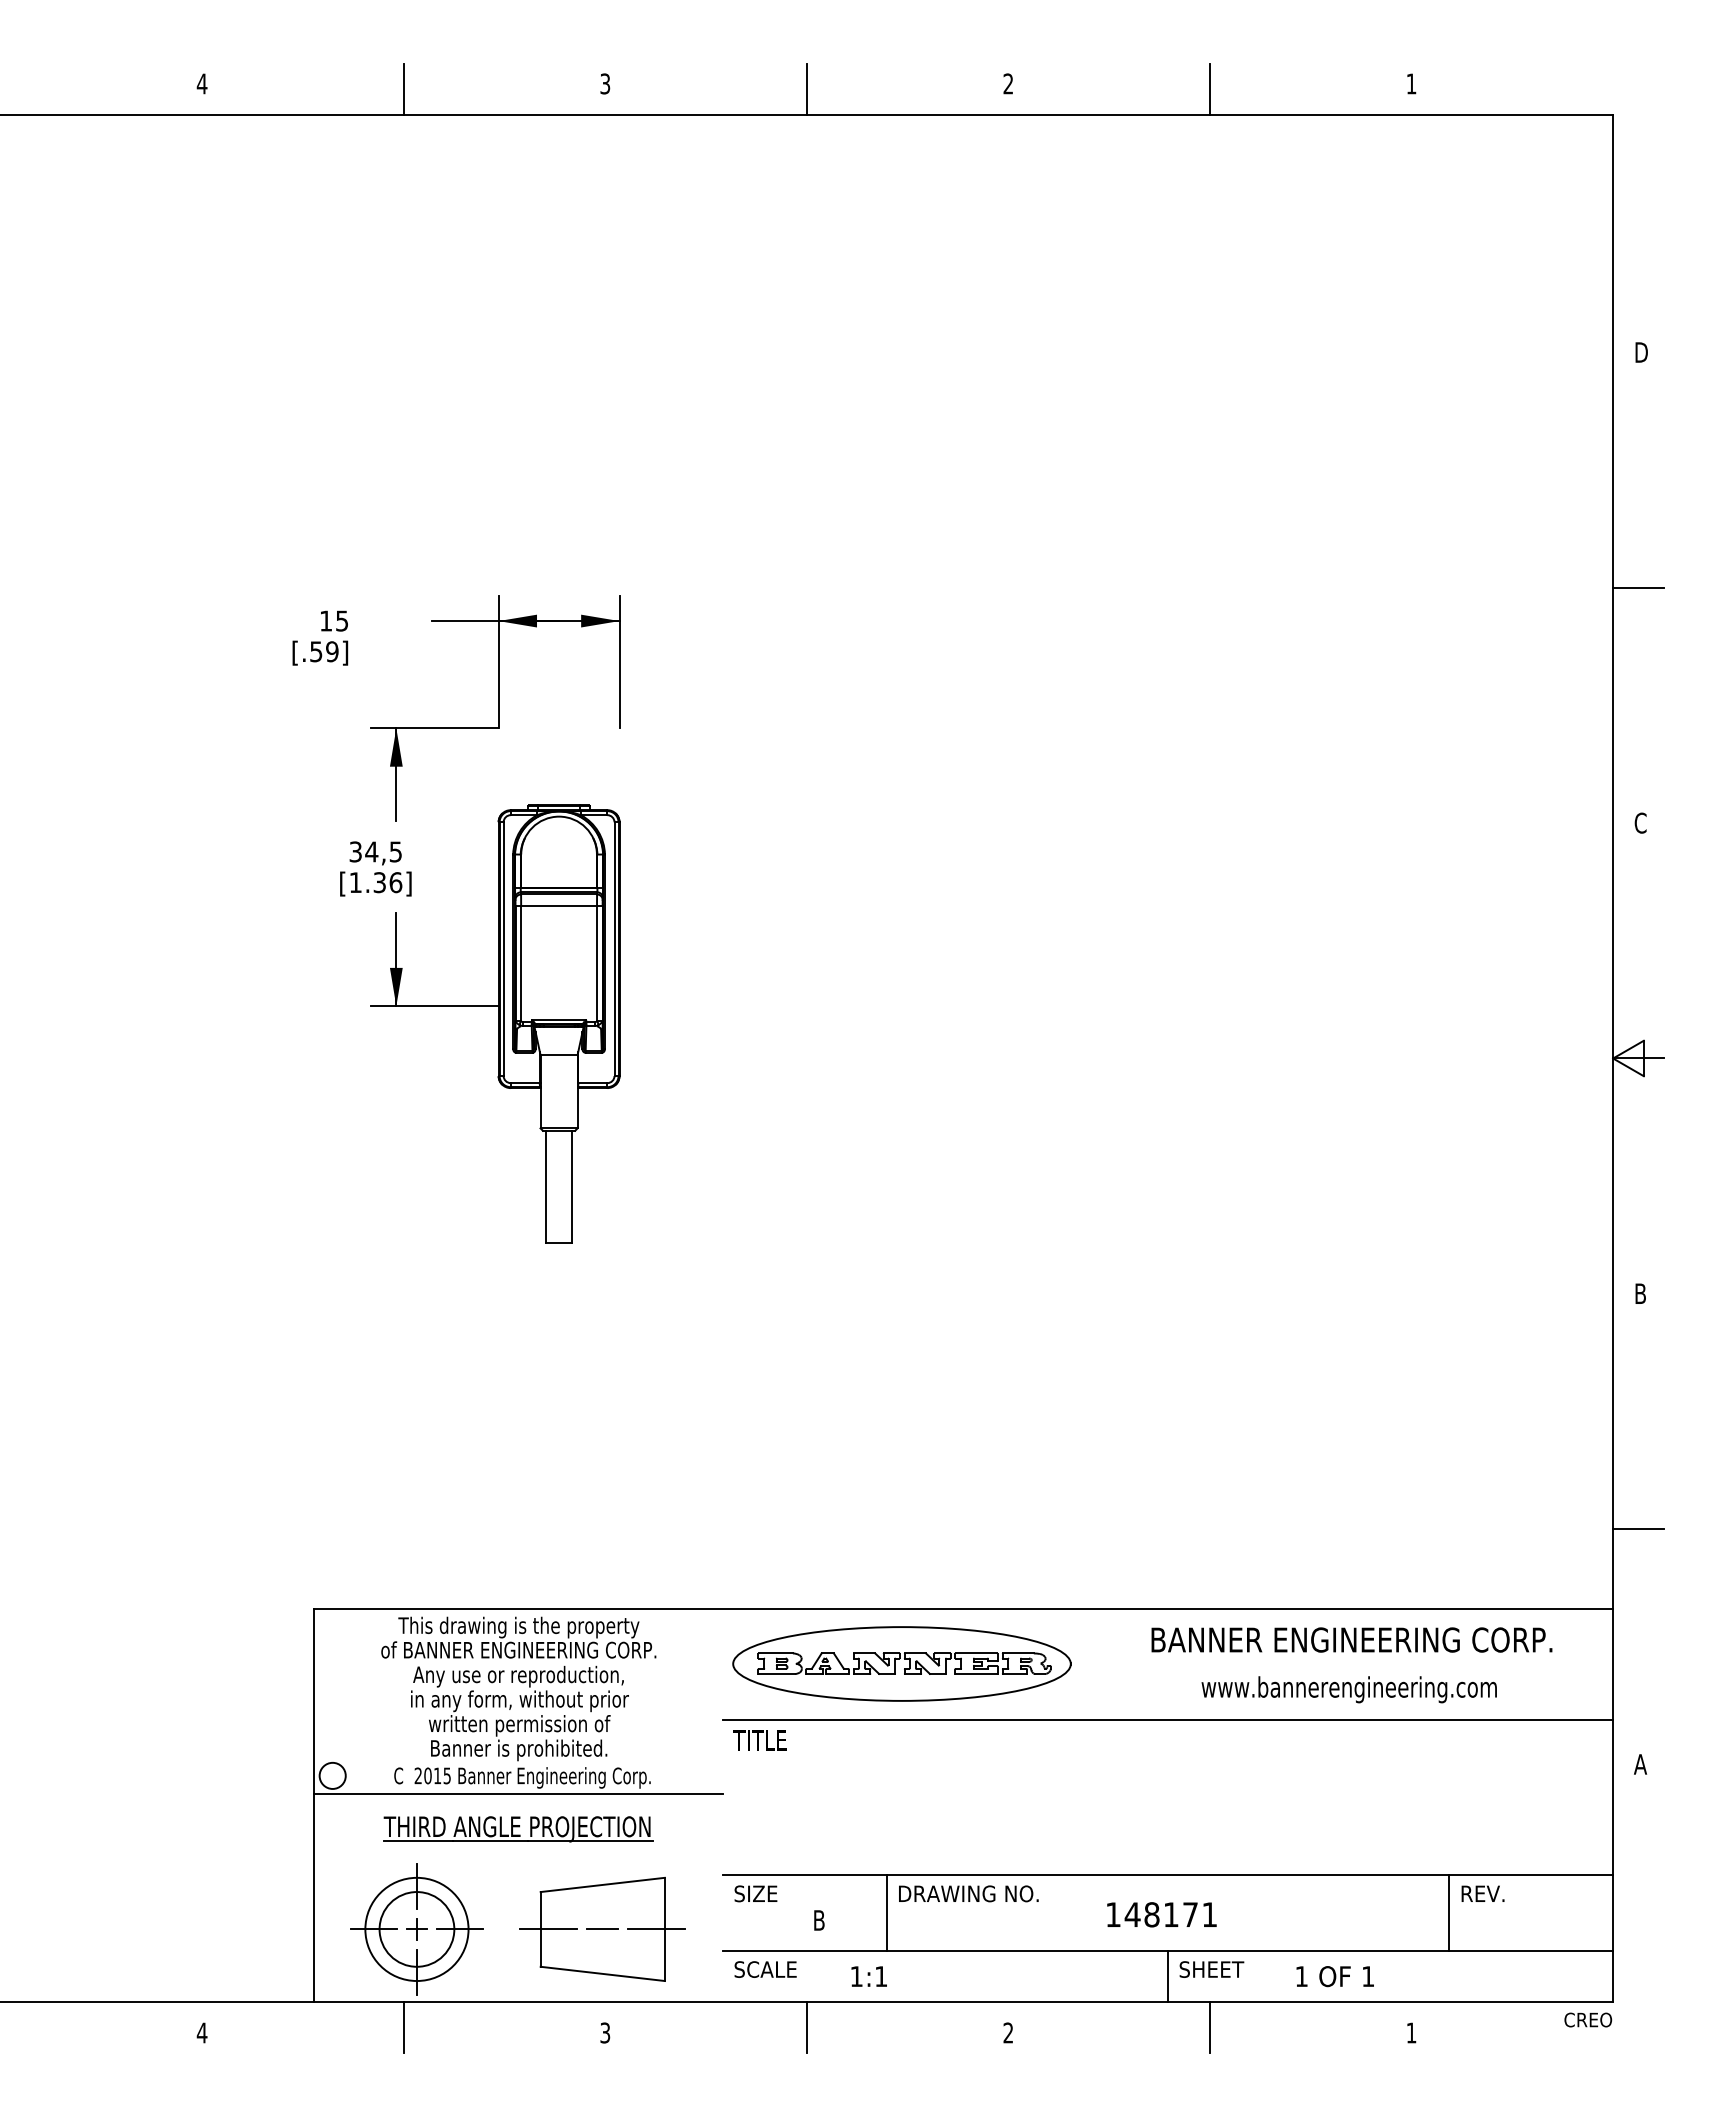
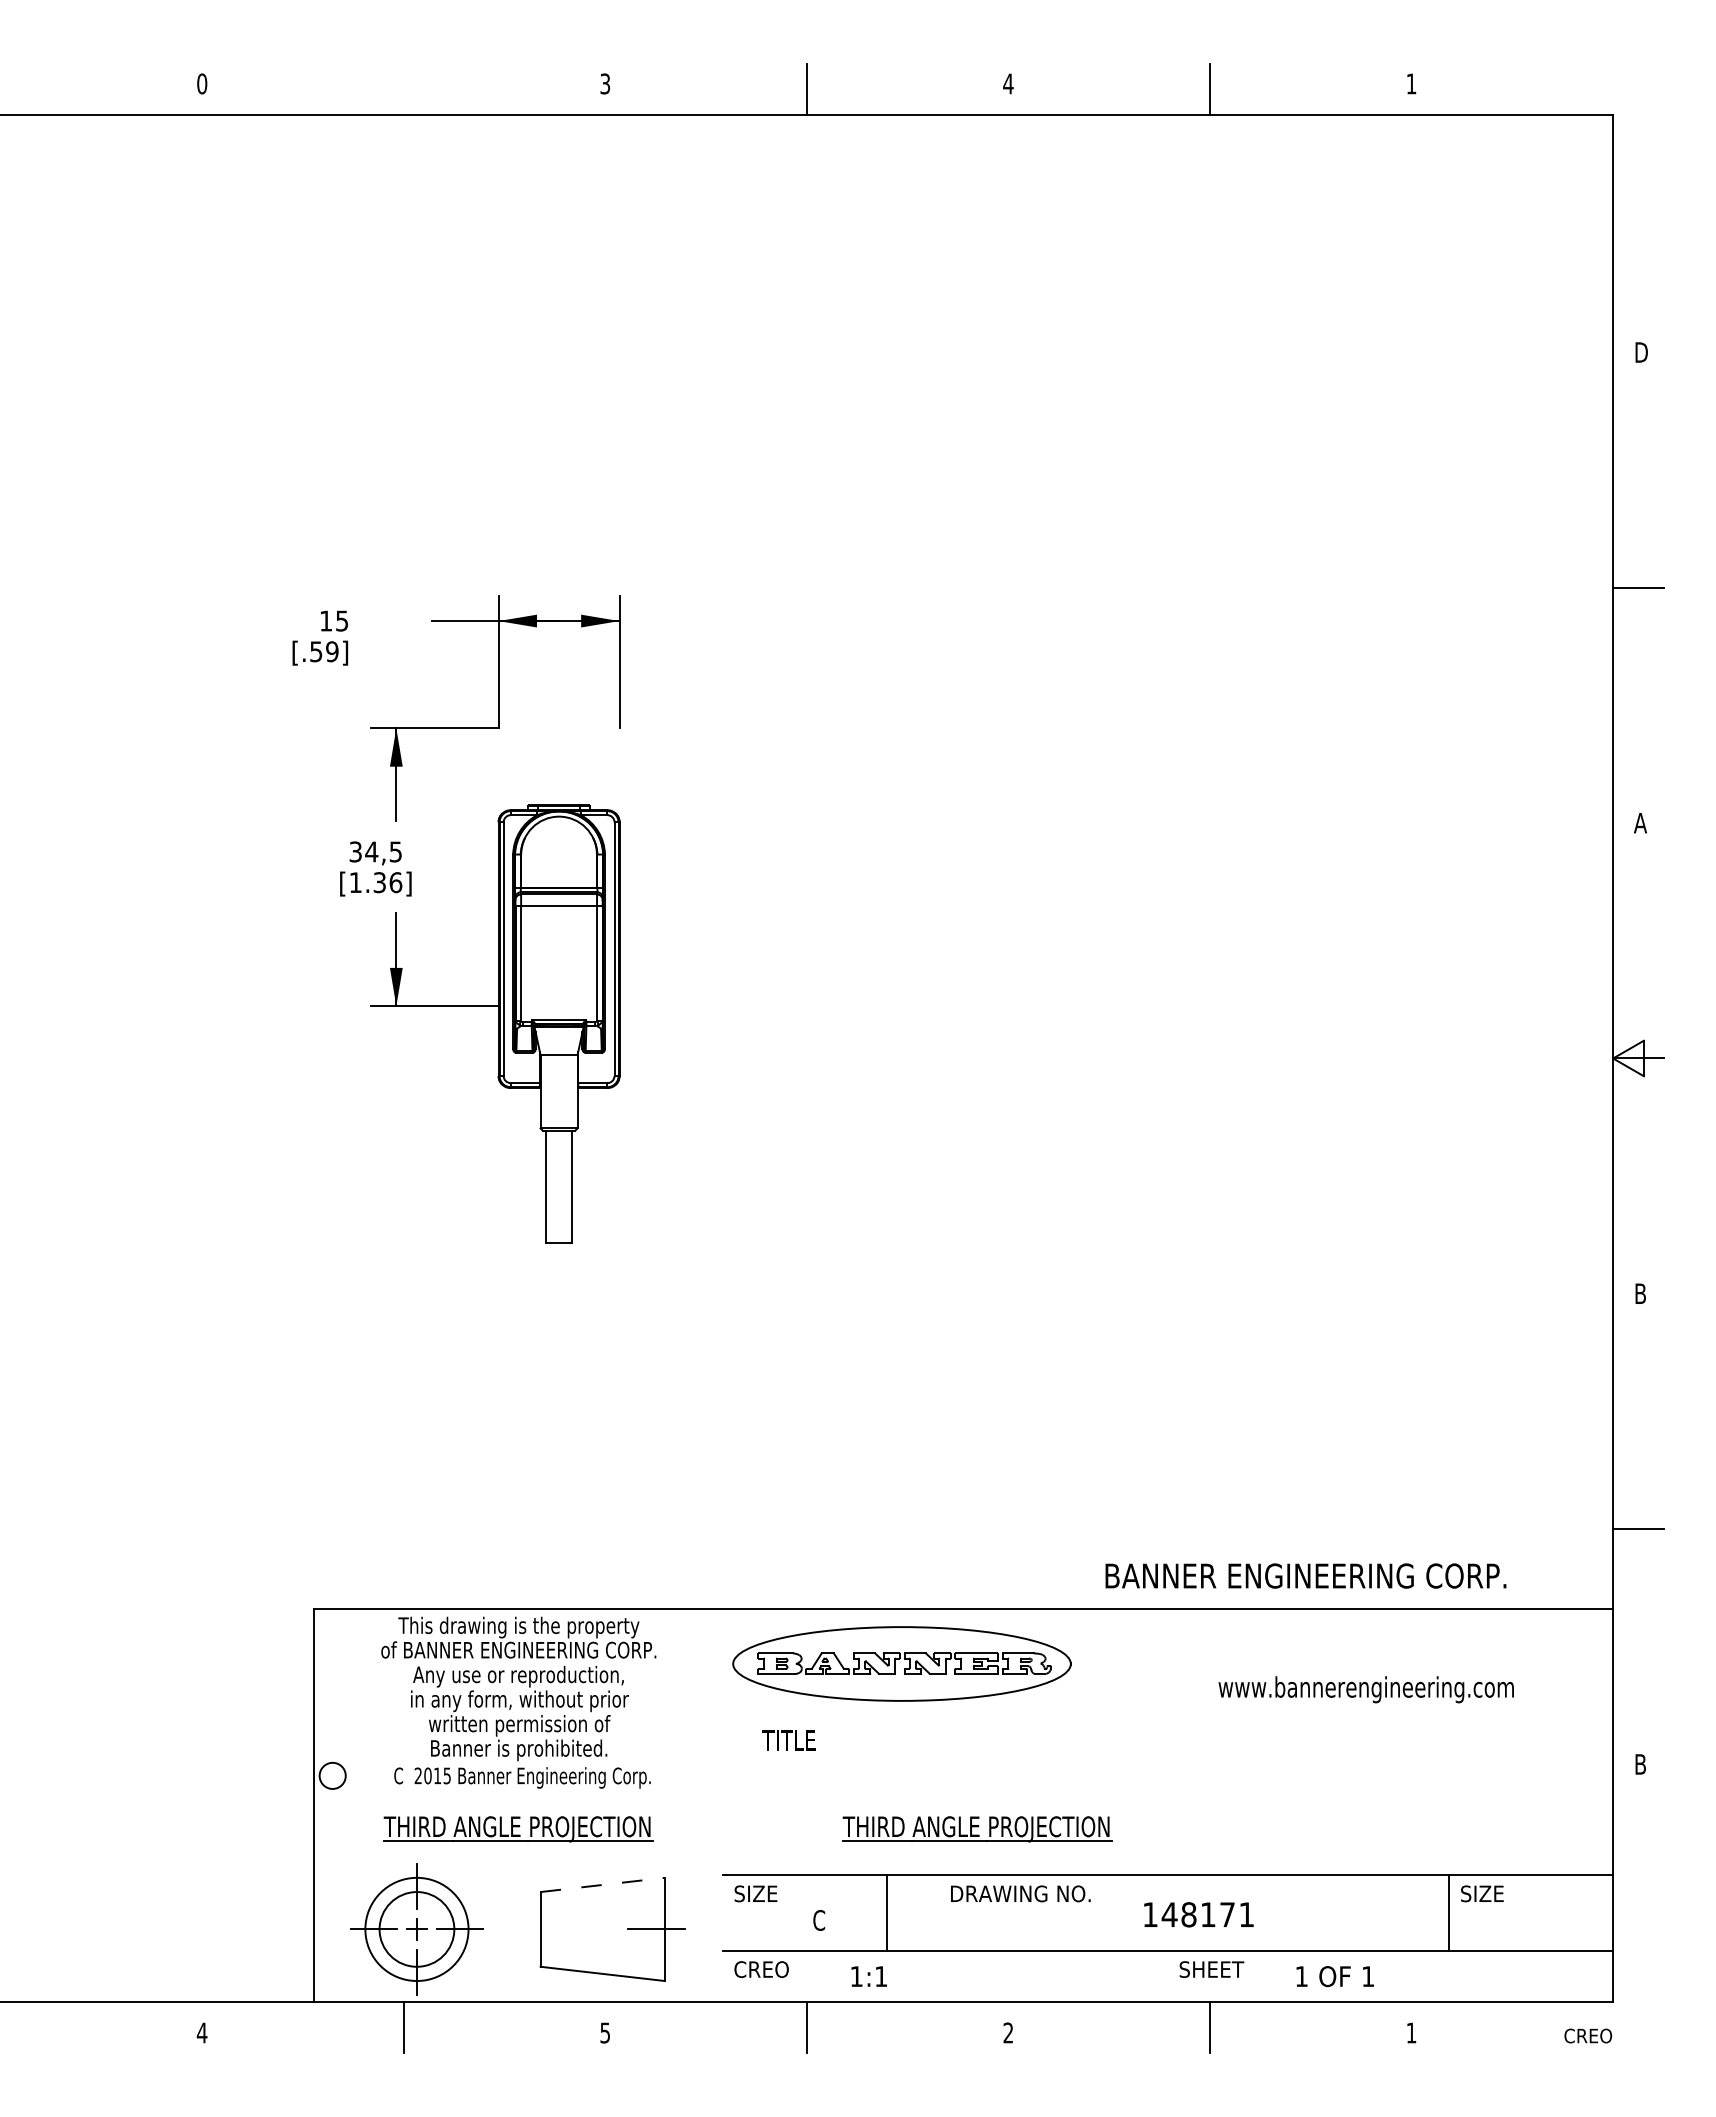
text at (201, 83): 4 -> 0
text at (1008, 83): 2 -> 4
line at (403, 88): present -> none
text at (1640, 822): C -> A
text at (1351, 1639) position: (1351, 1639) -> (1305, 1575)
text at (1348, 1689) position: (1348, 1689) -> (1365, 1689)
line at (1168, 1719): present -> none
text at (759, 1740) position: (759, 1740) -> (788, 1740)
text at (1640, 1764): A -> B
line at (518, 1793): present -> none
part at (977, 1829): none -> present
line at (603, 1884): solid -> dashed
text at (968, 1893) position: (968, 1893) -> (1020, 1893)
text at (1482, 1893): REV. -> SIZE
text at (1161, 1914) position: (1161, 1914) -> (1198, 1914)
text at (819, 1920): B -> C
line at (548, 1929): present -> none
line at (602, 1929): present -> none
text at (765, 1969): SCALE -> CREO
line at (1168, 1976): present -> none
text at (1588, 2019) position: (1588, 2019) -> (1588, 2035)
text at (605, 2032): 3 -> 5
